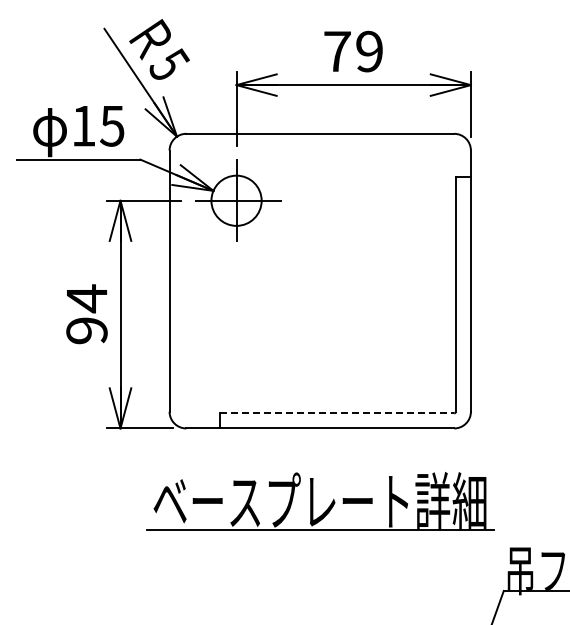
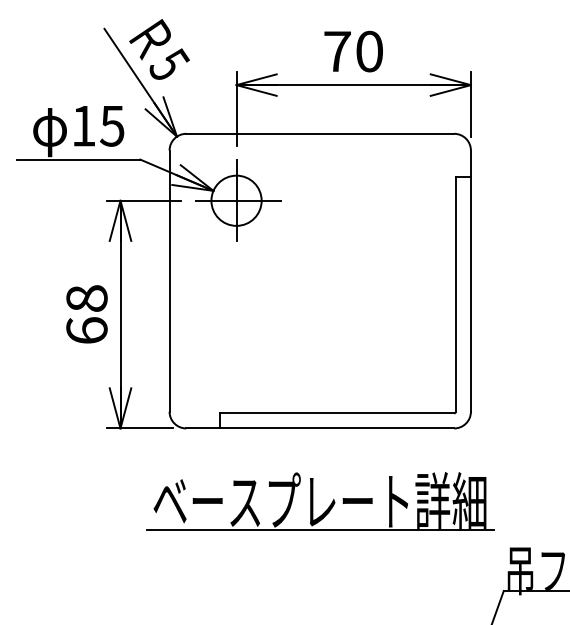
text at (369, 51): 79 -> 70
text at (86, 314): 94 -> 68
line at (337, 413): dashed -> solid
